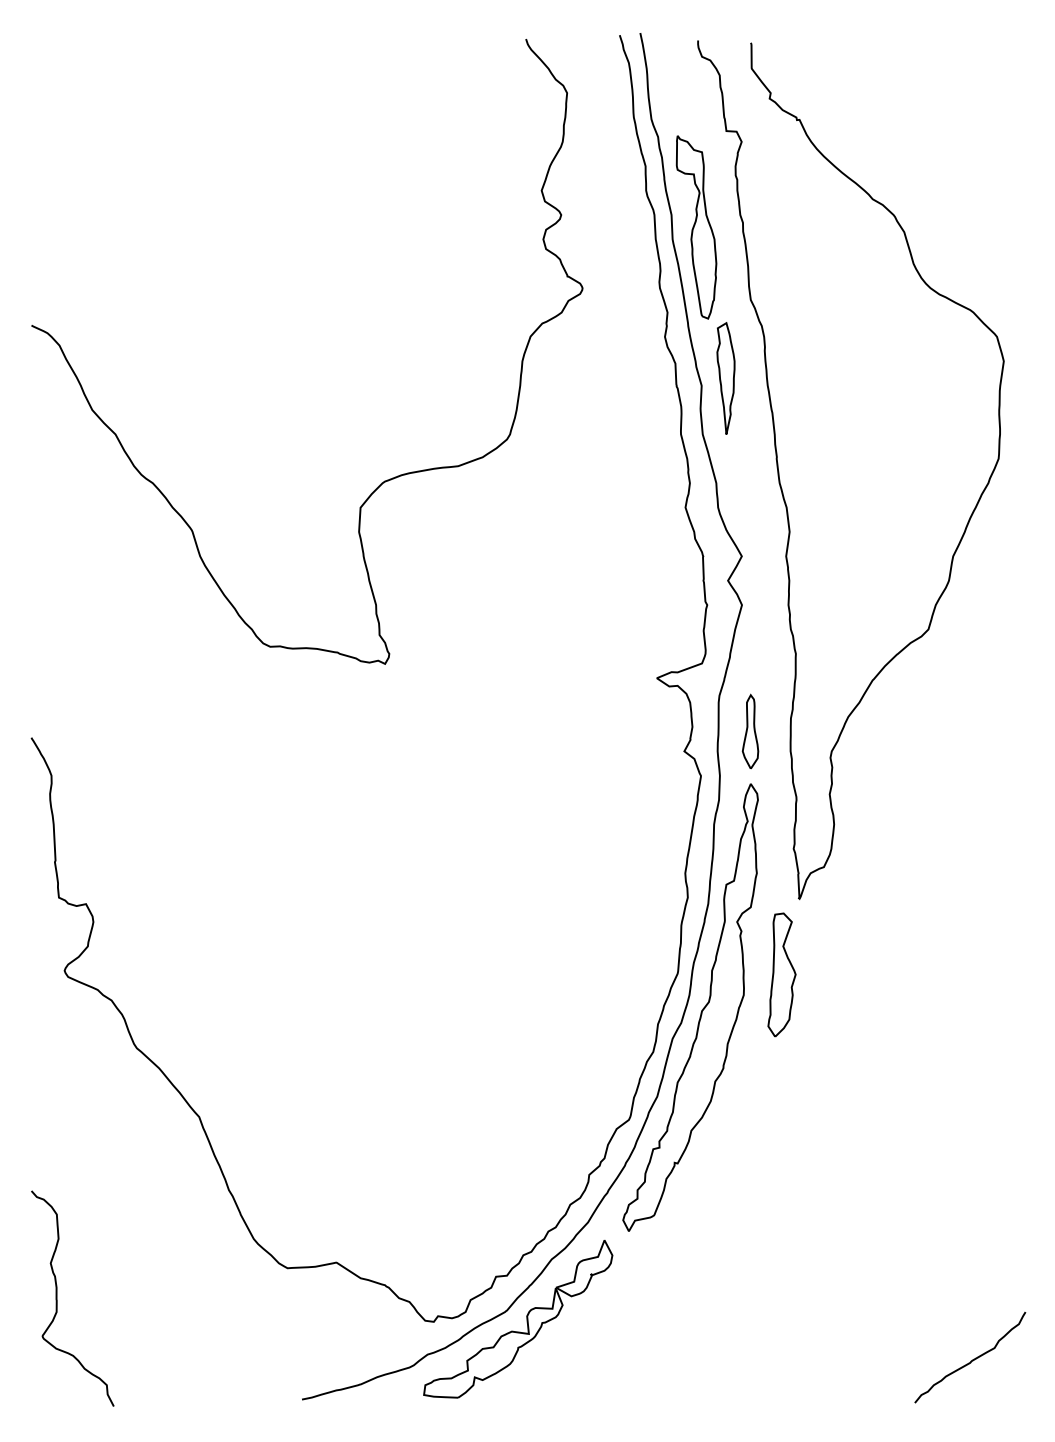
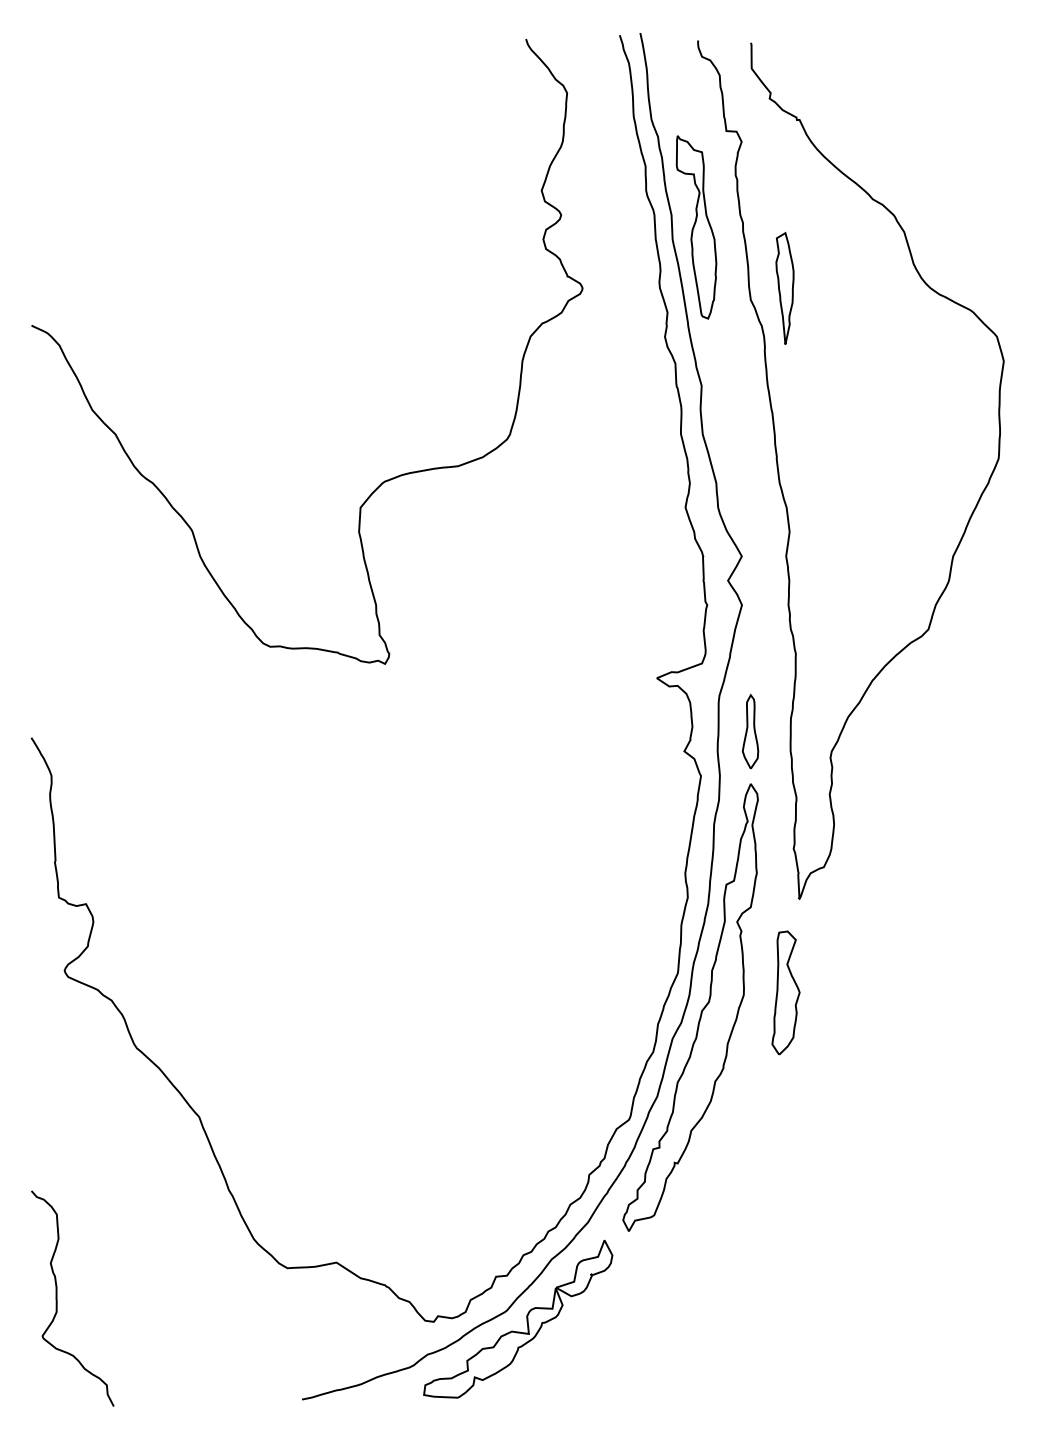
part at (725, 378) position: (725, 378) -> (784, 288)
part at (781, 974) position: (781, 974) -> (785, 992)
curve at (972, 1359): present -> none
